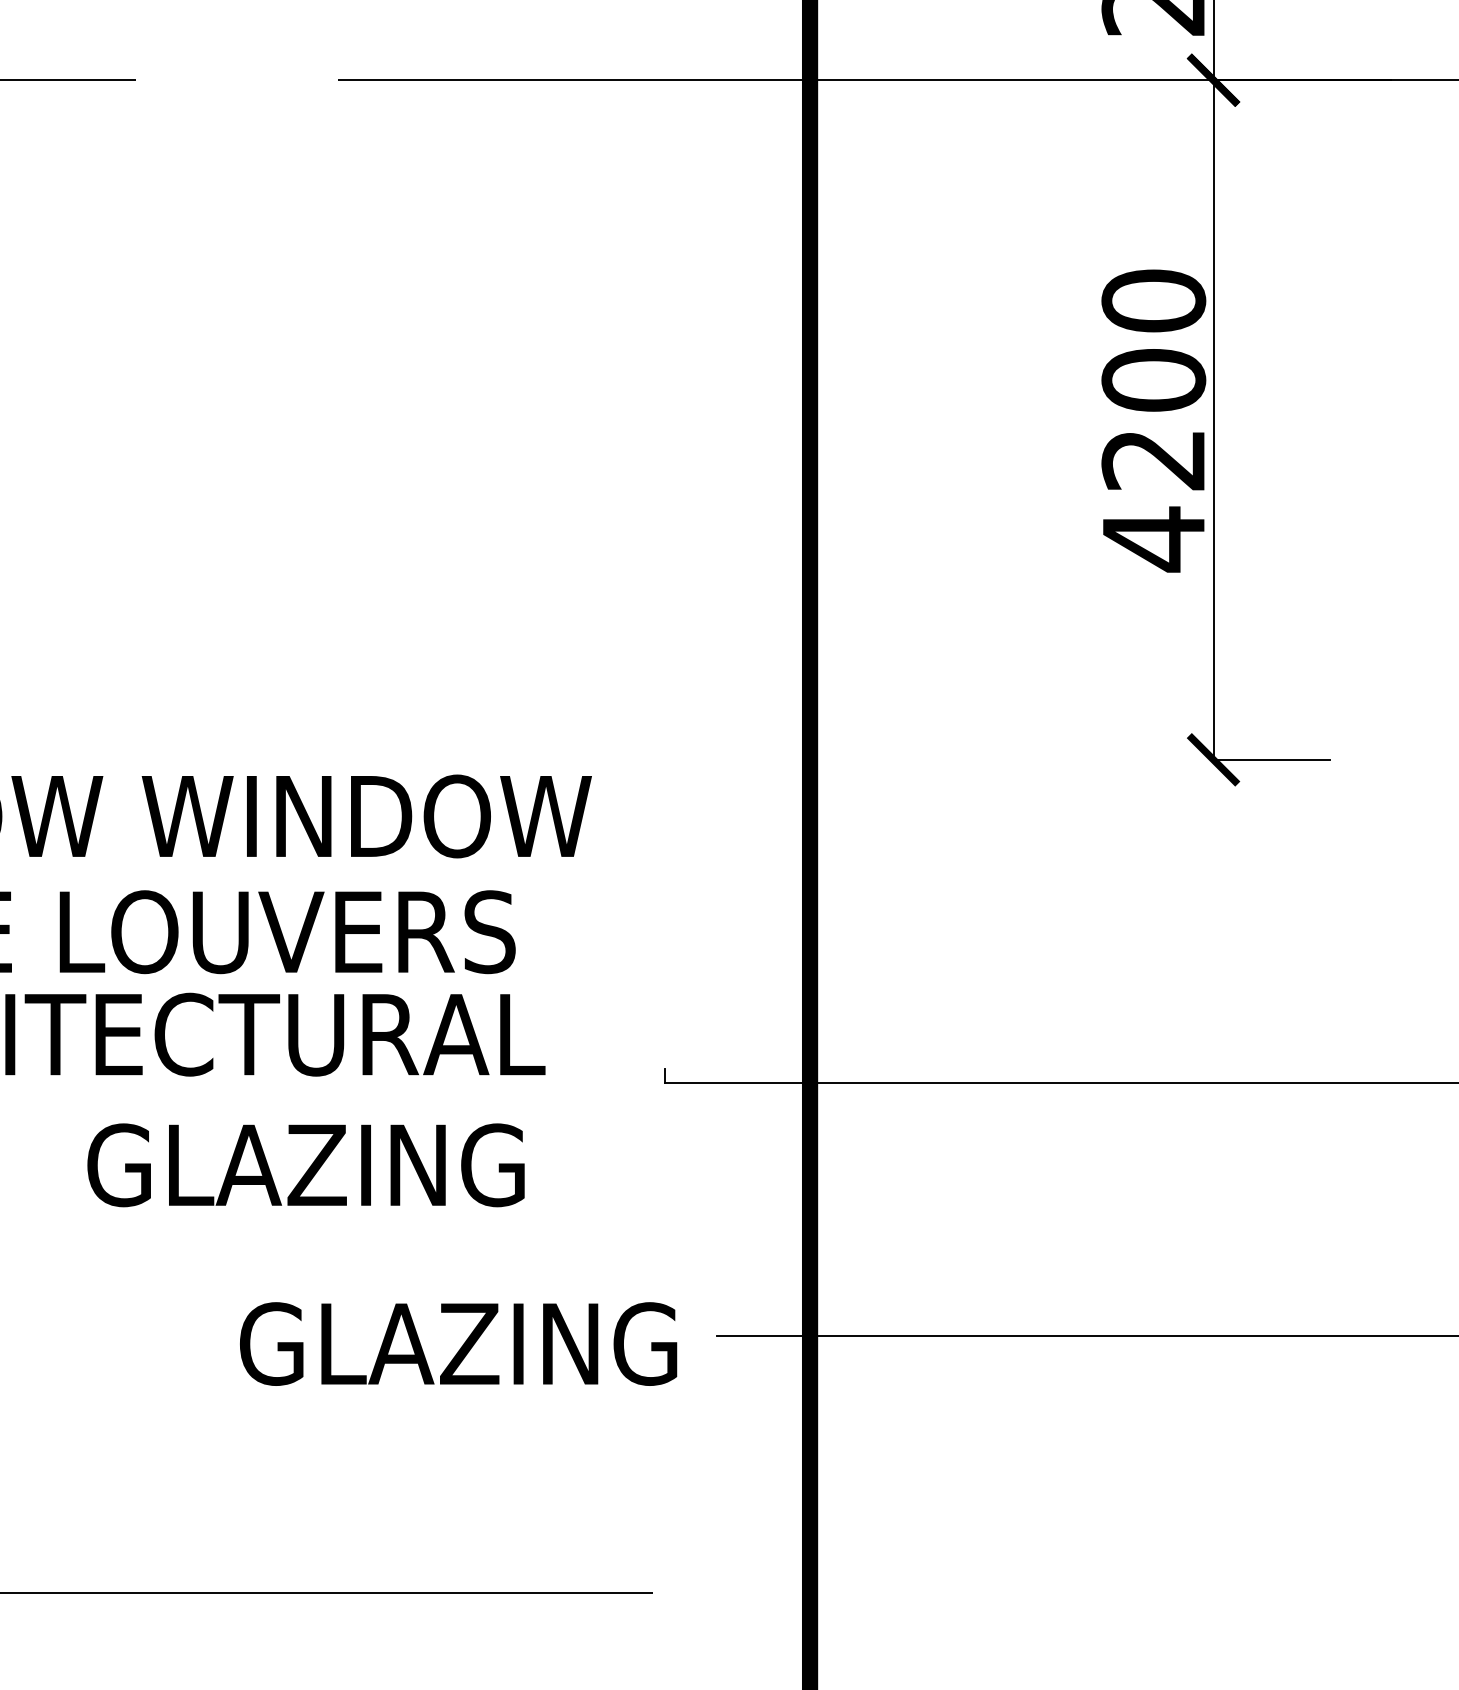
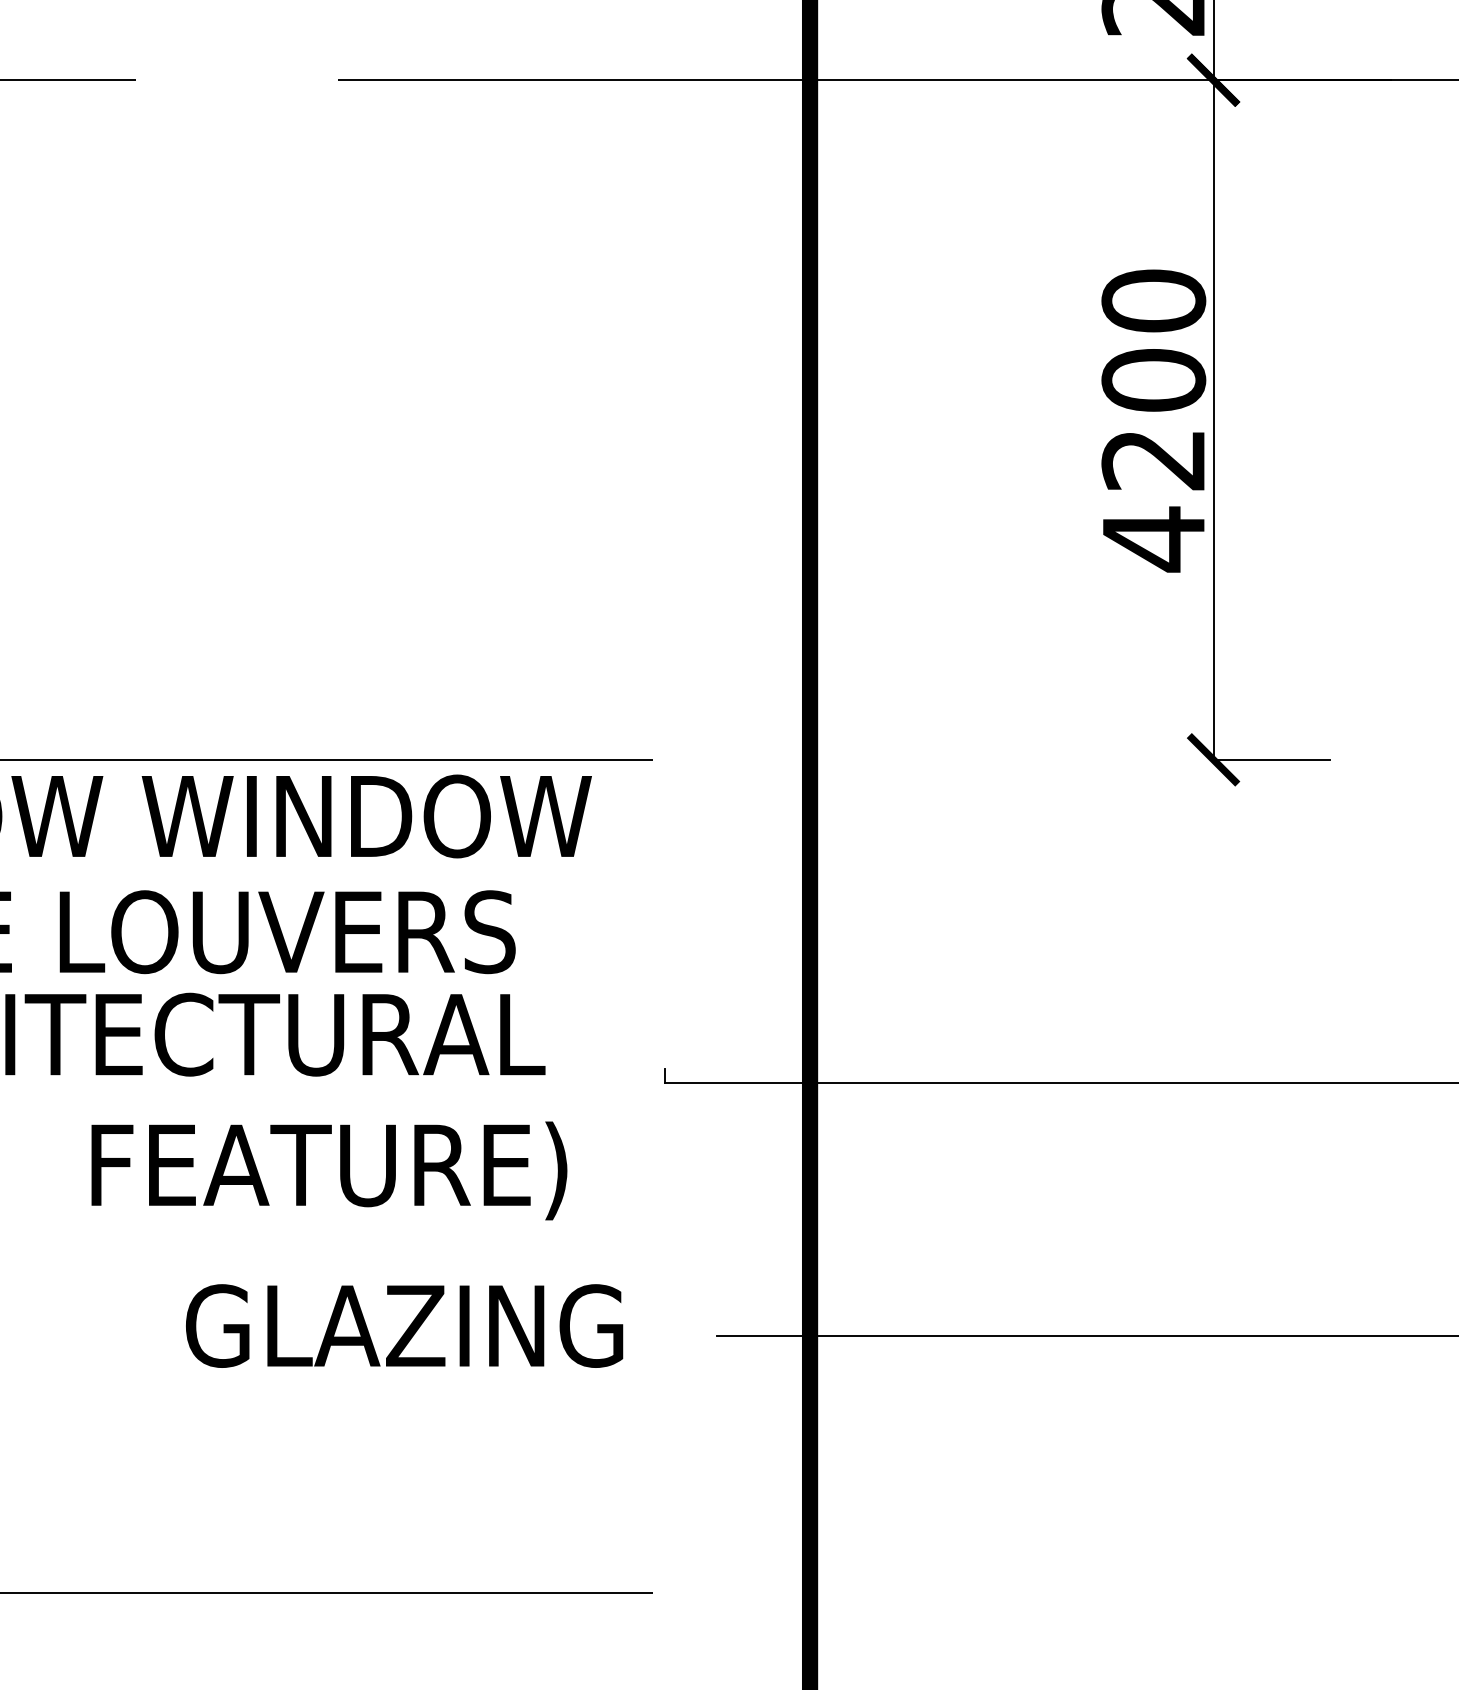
line at (327, 759): none -> present
text at (327, 1170): GLAZING -> FEATURE)
text at (458, 1343) position: (458, 1343) -> (404, 1325)
